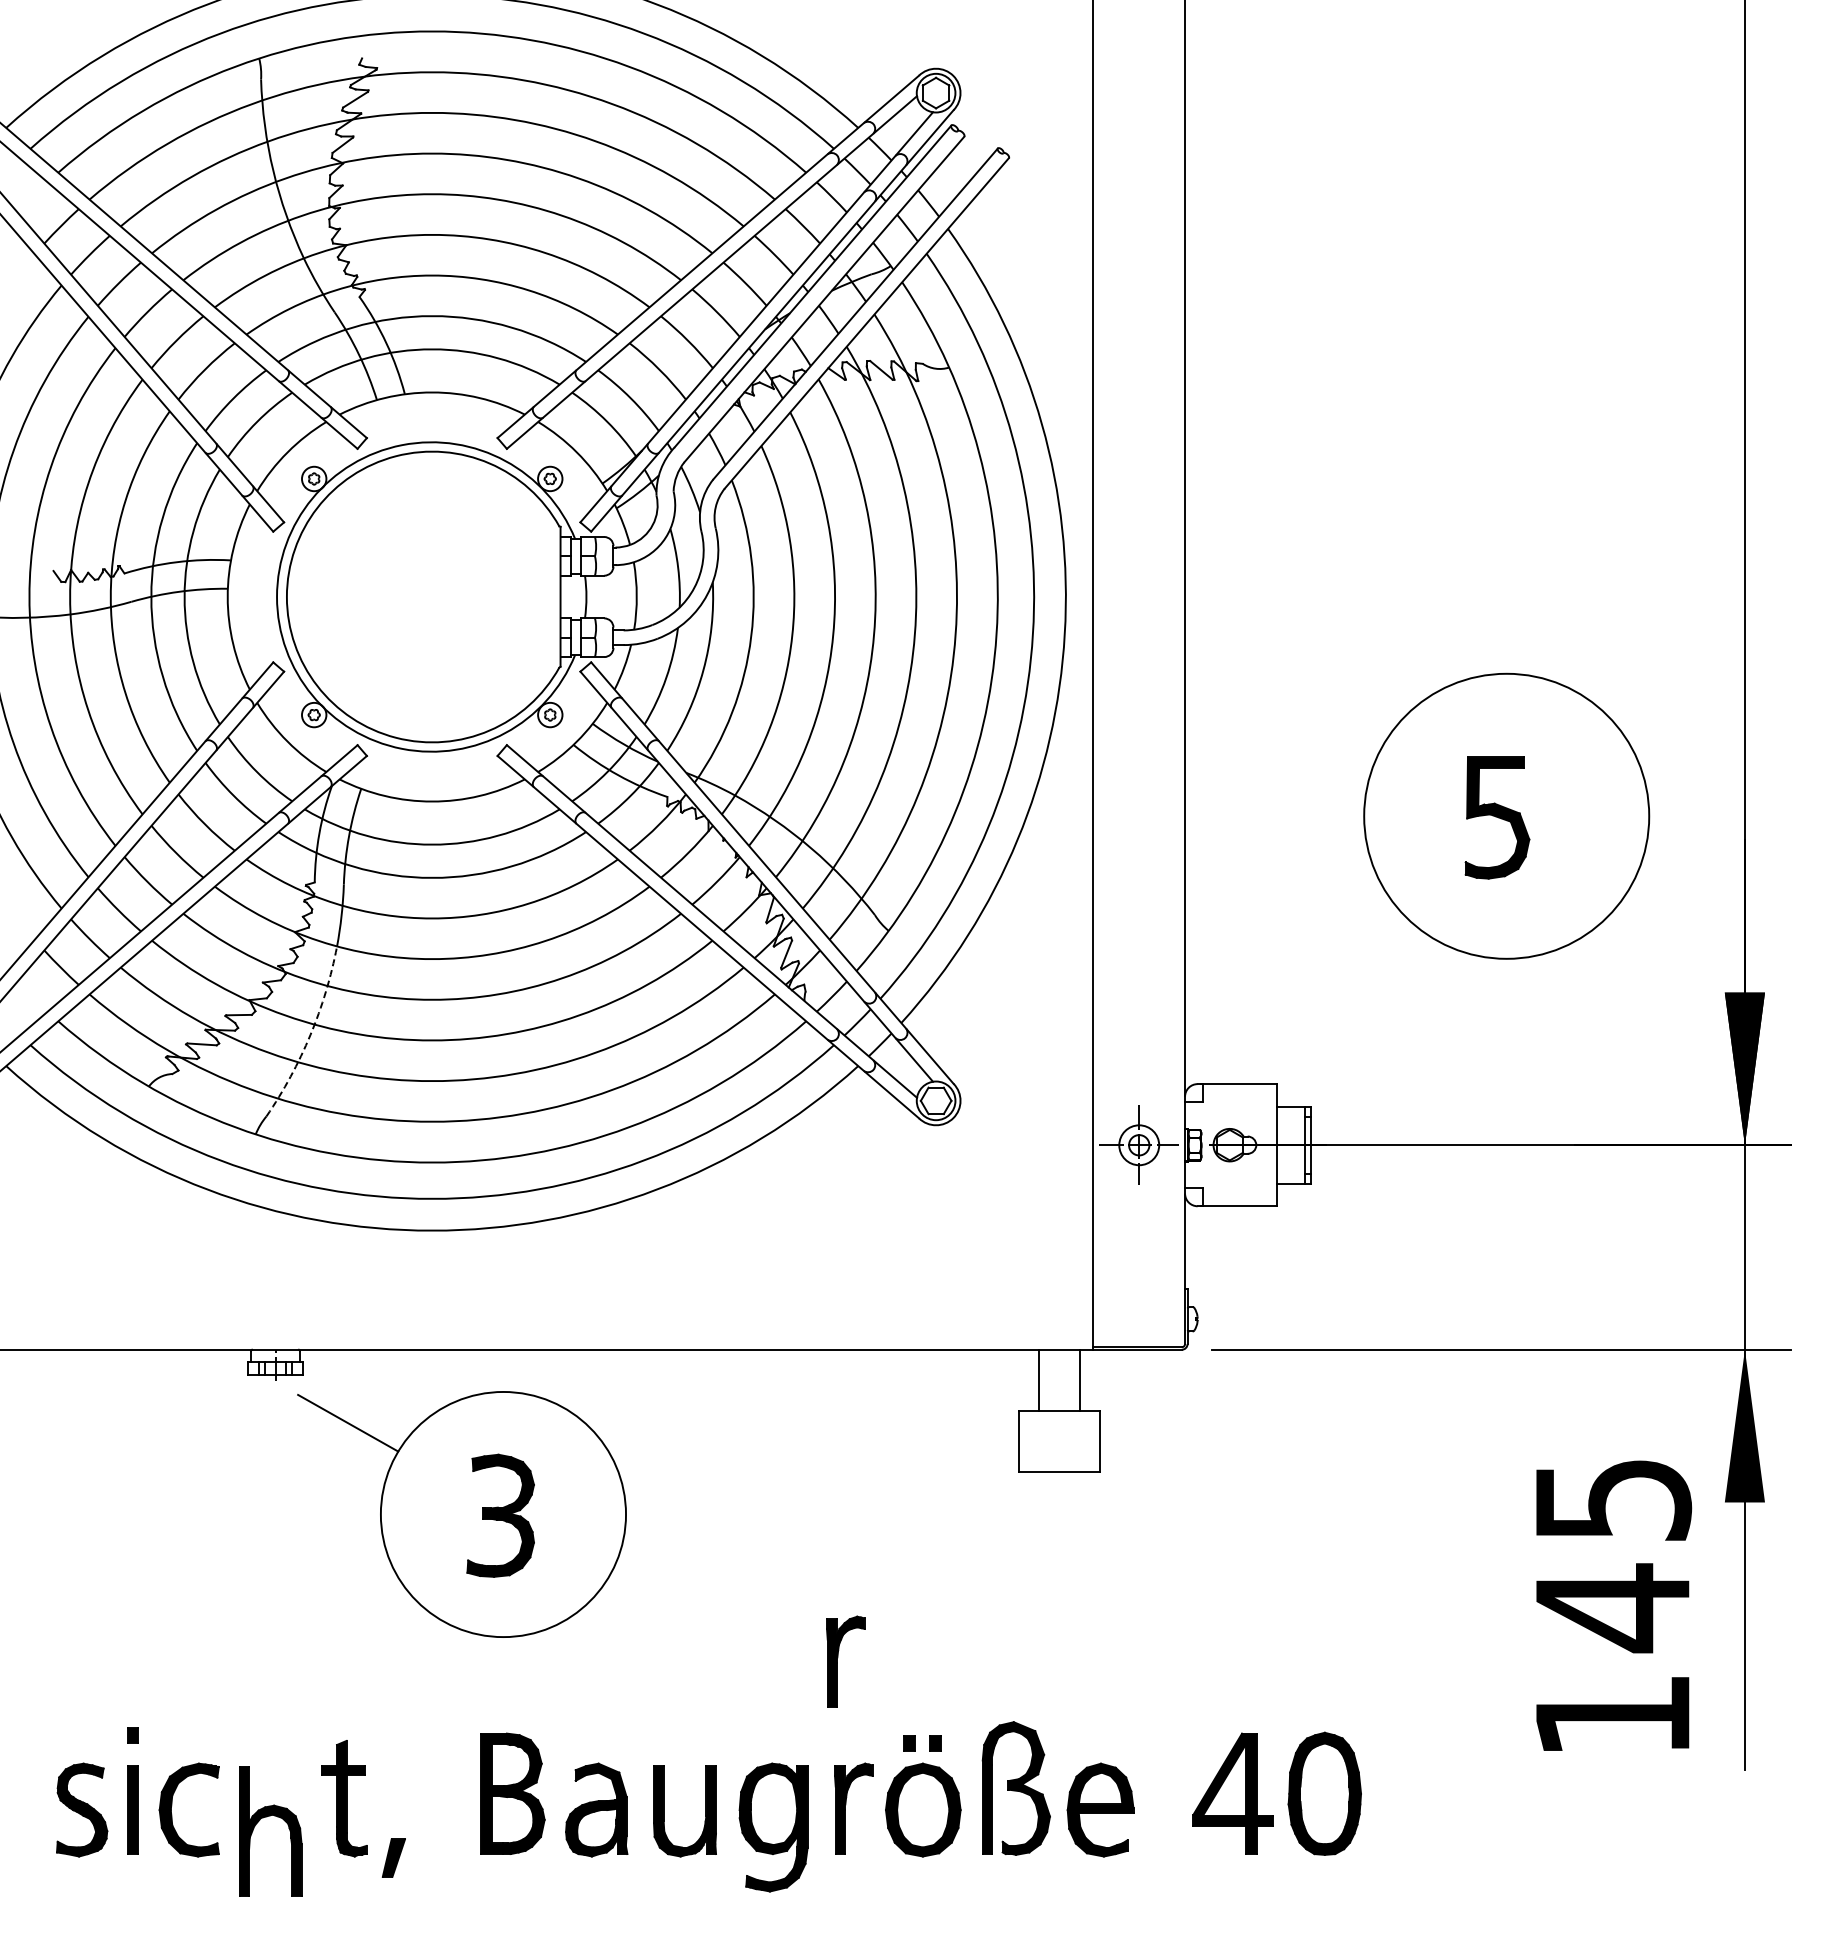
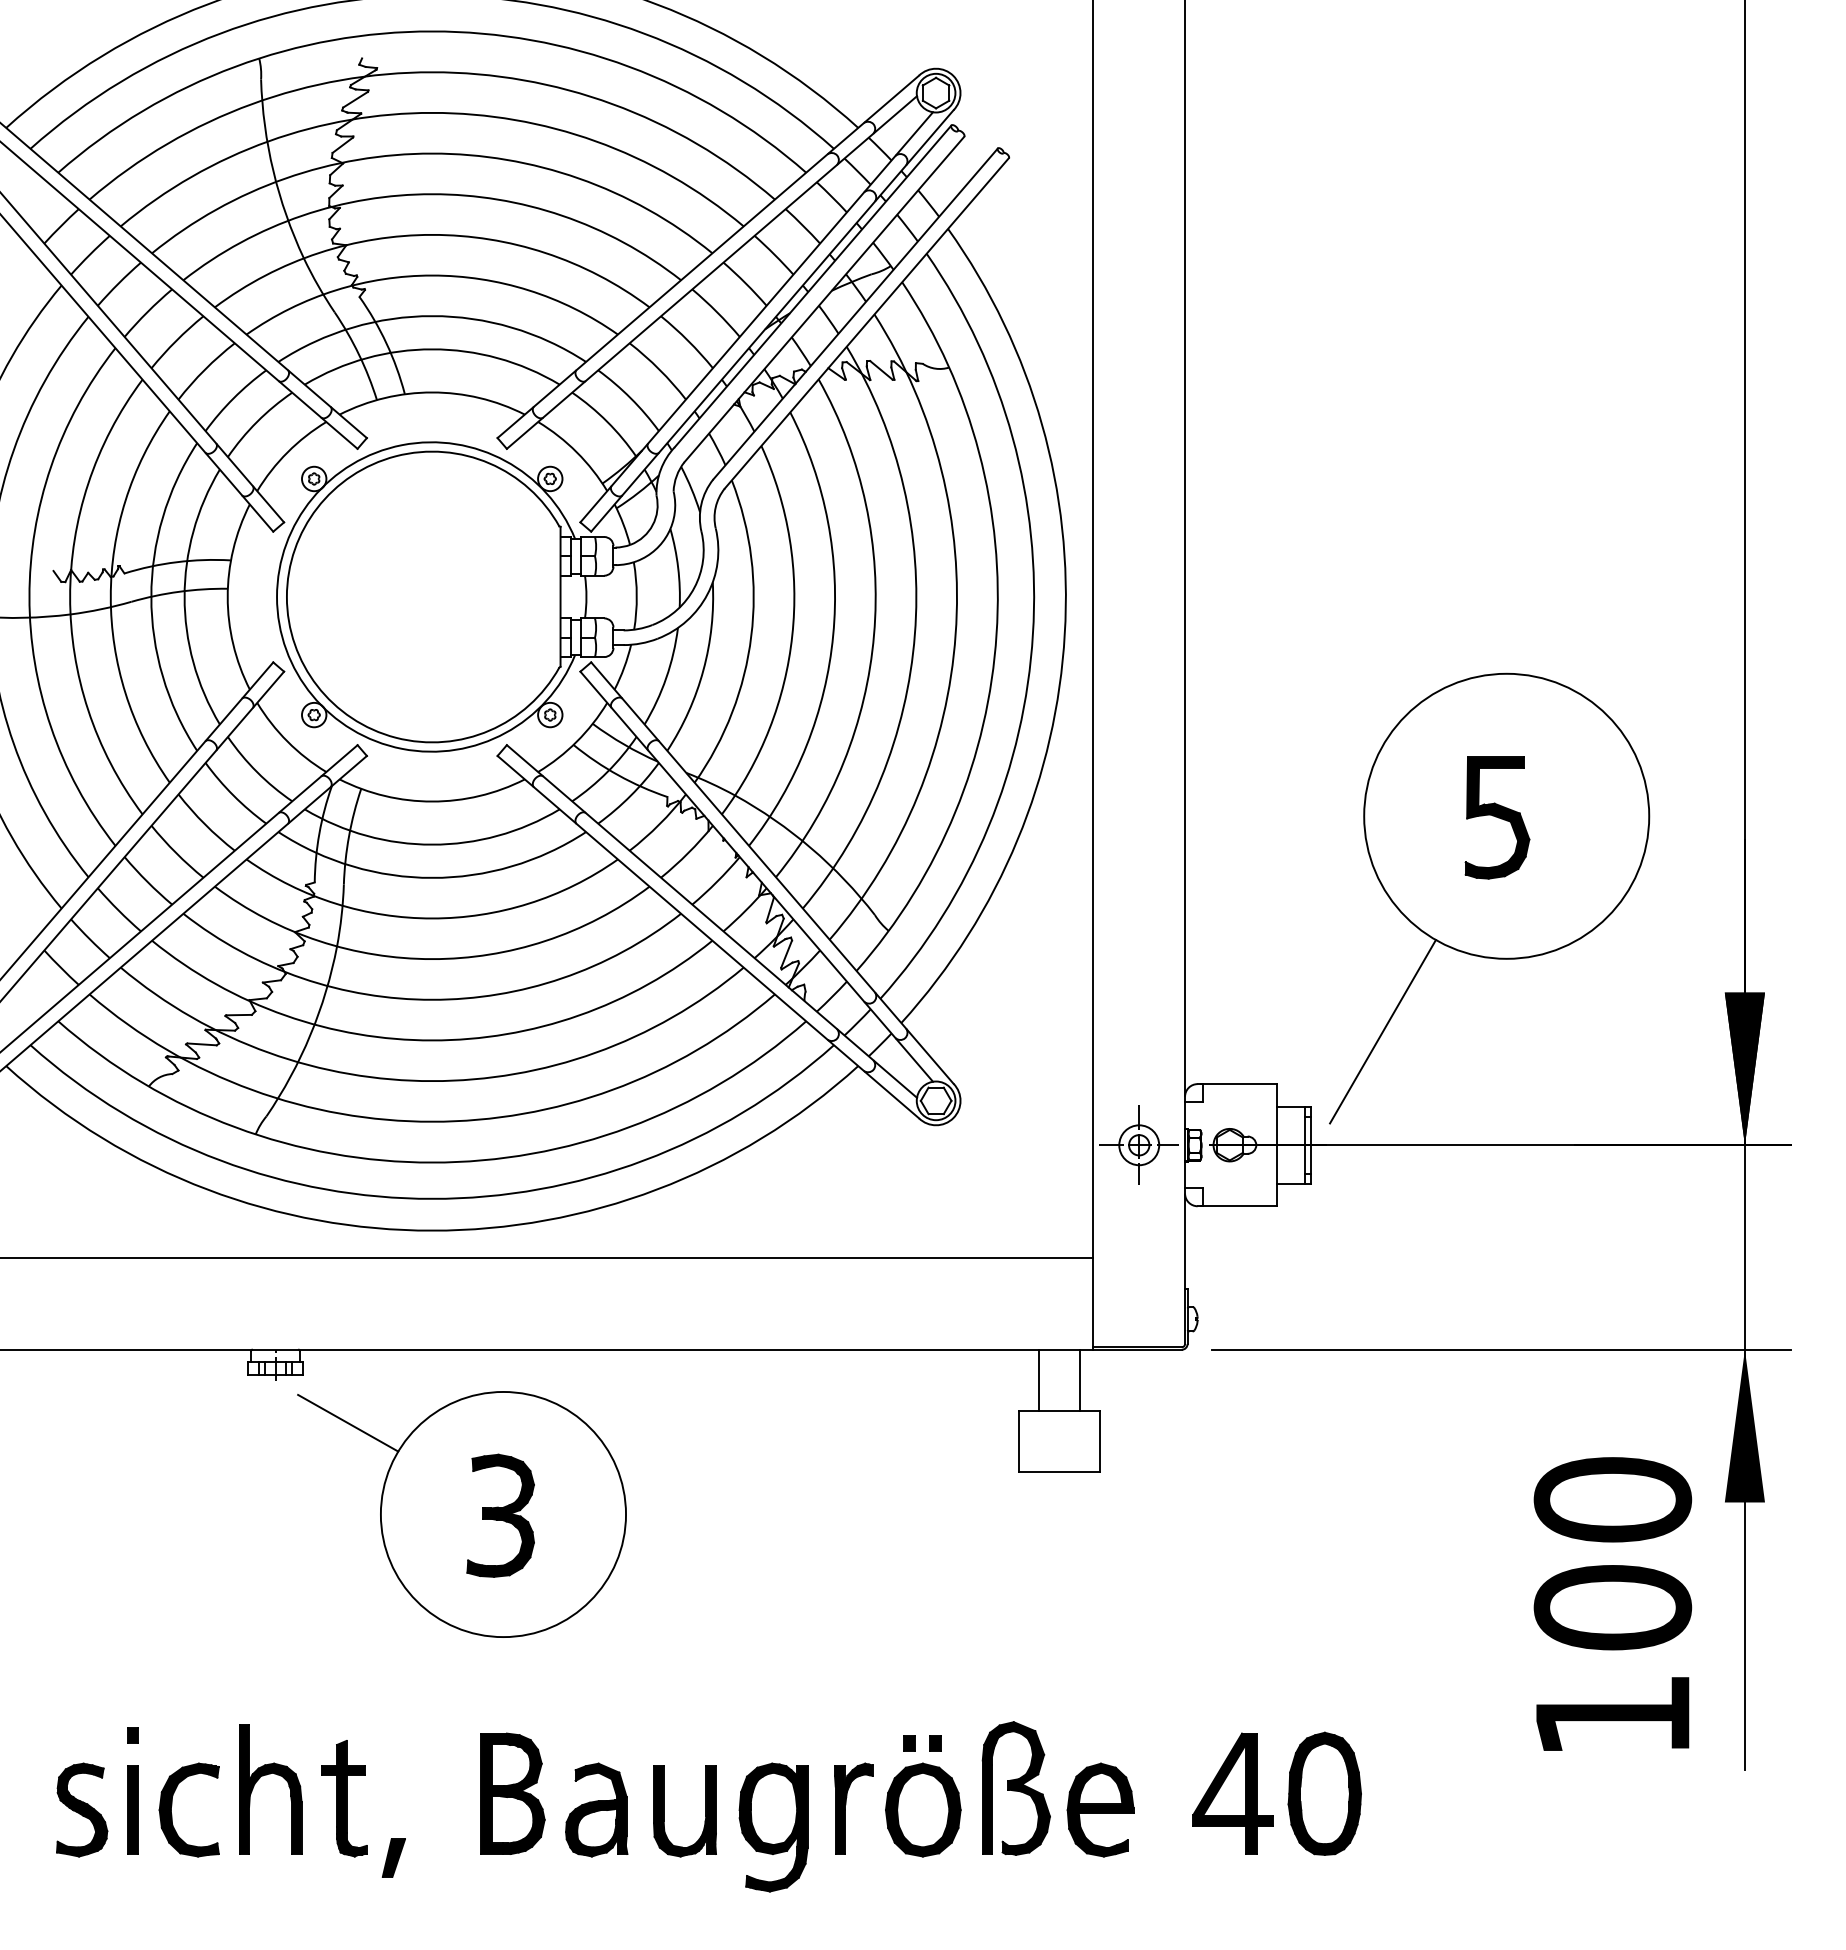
line at (1382, 1031): none -> present
arc at (310, 1034): dashed -> solid
line at (547, 1258): none -> present
text at (1612, 1555): 145 -> 100
part at (837, 1661): present -> none
part at (266, 1817) position: (266, 1817) -> (266, 1775)
